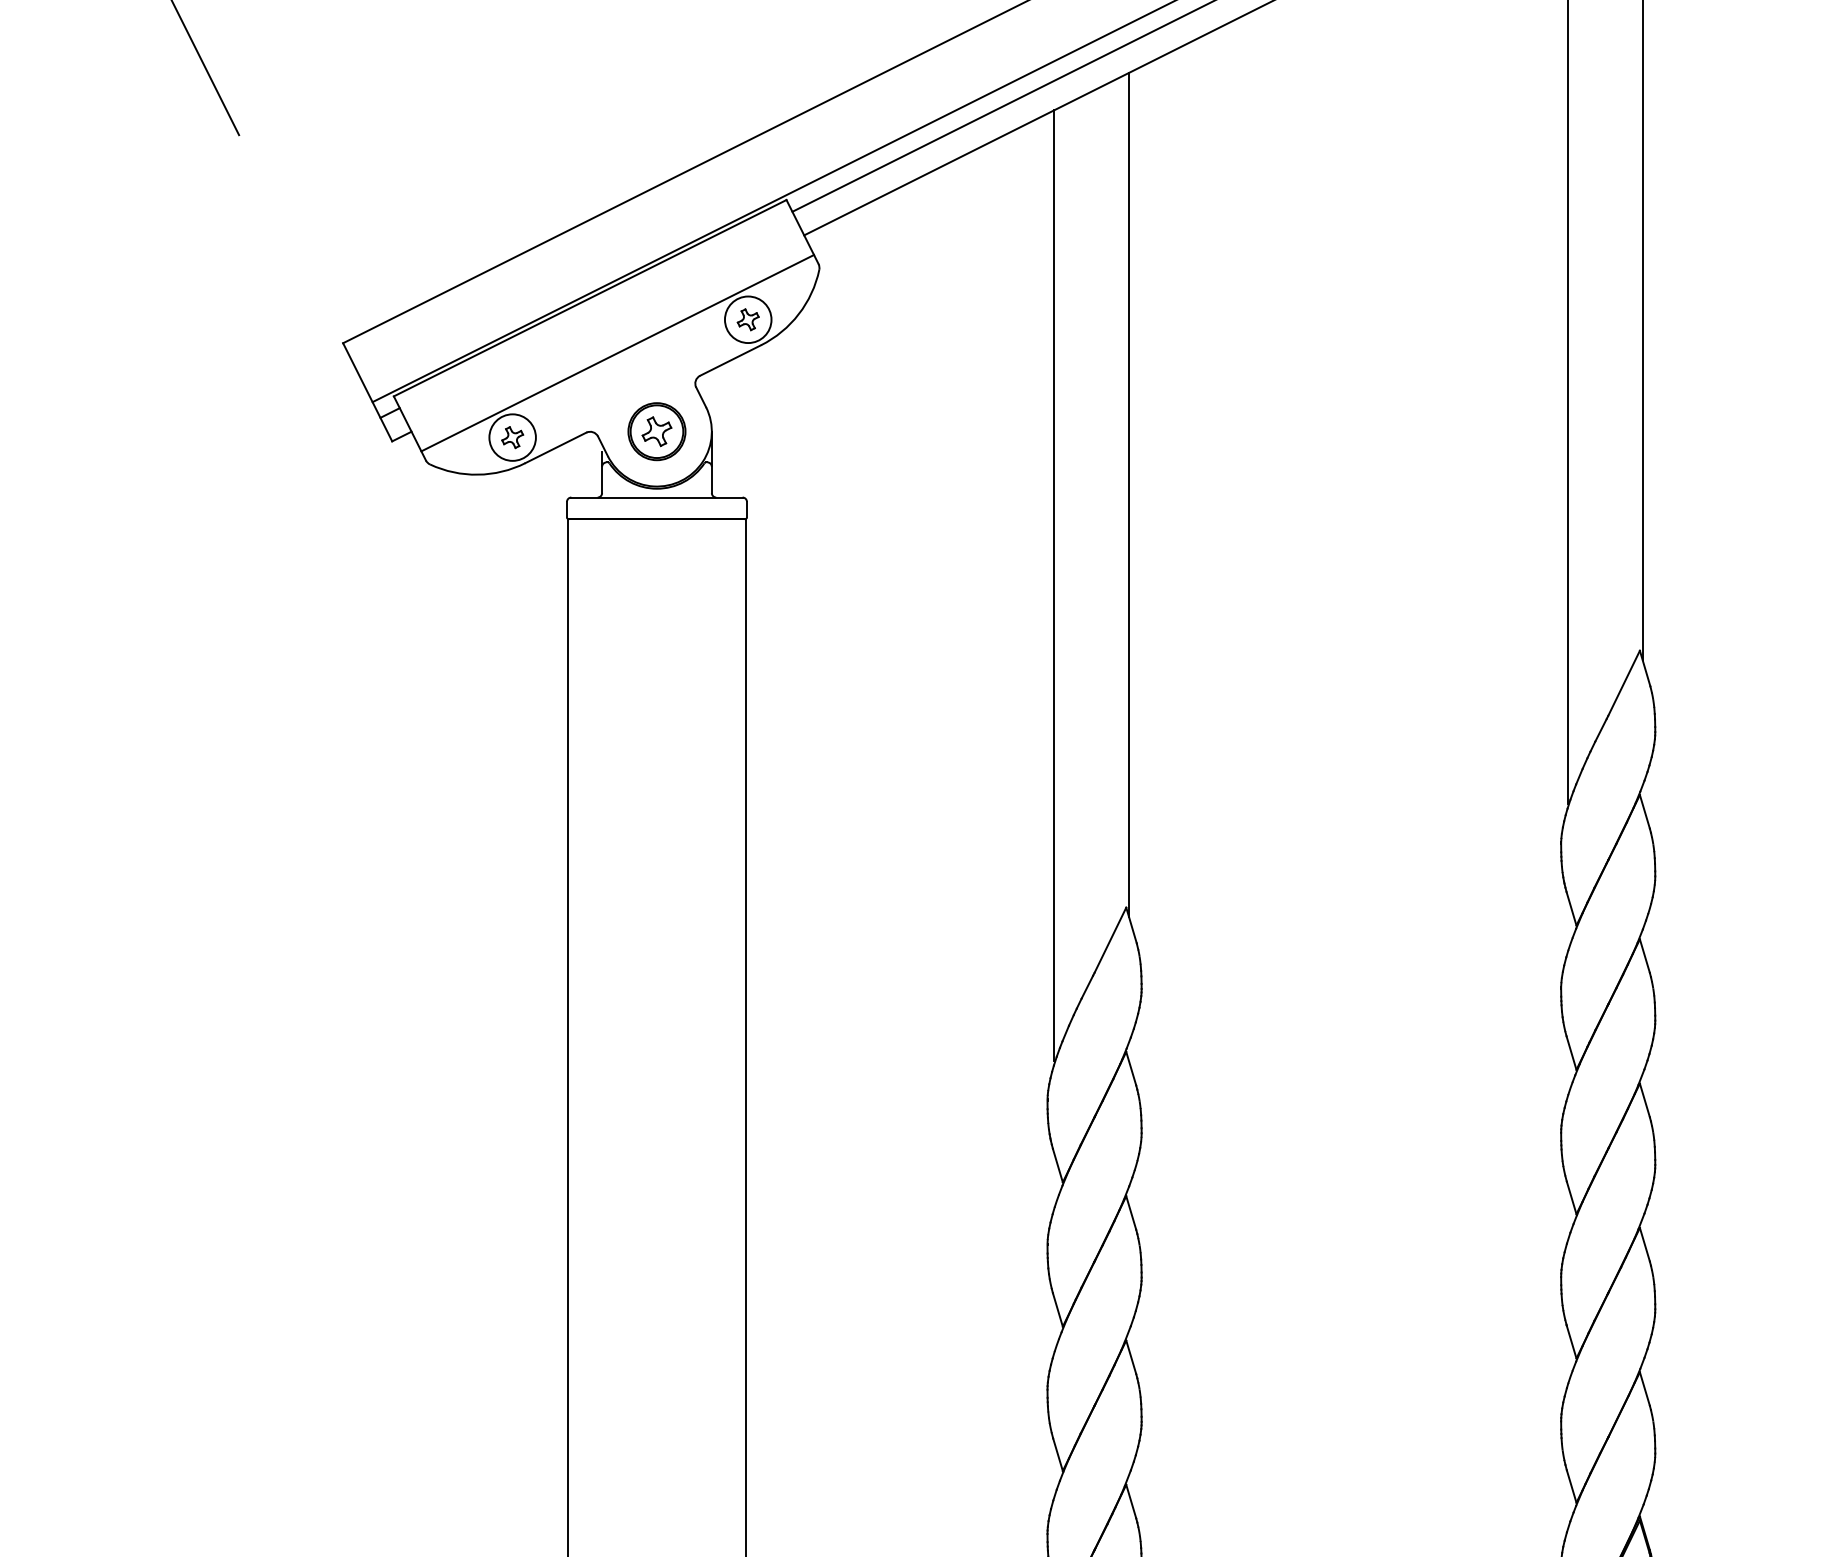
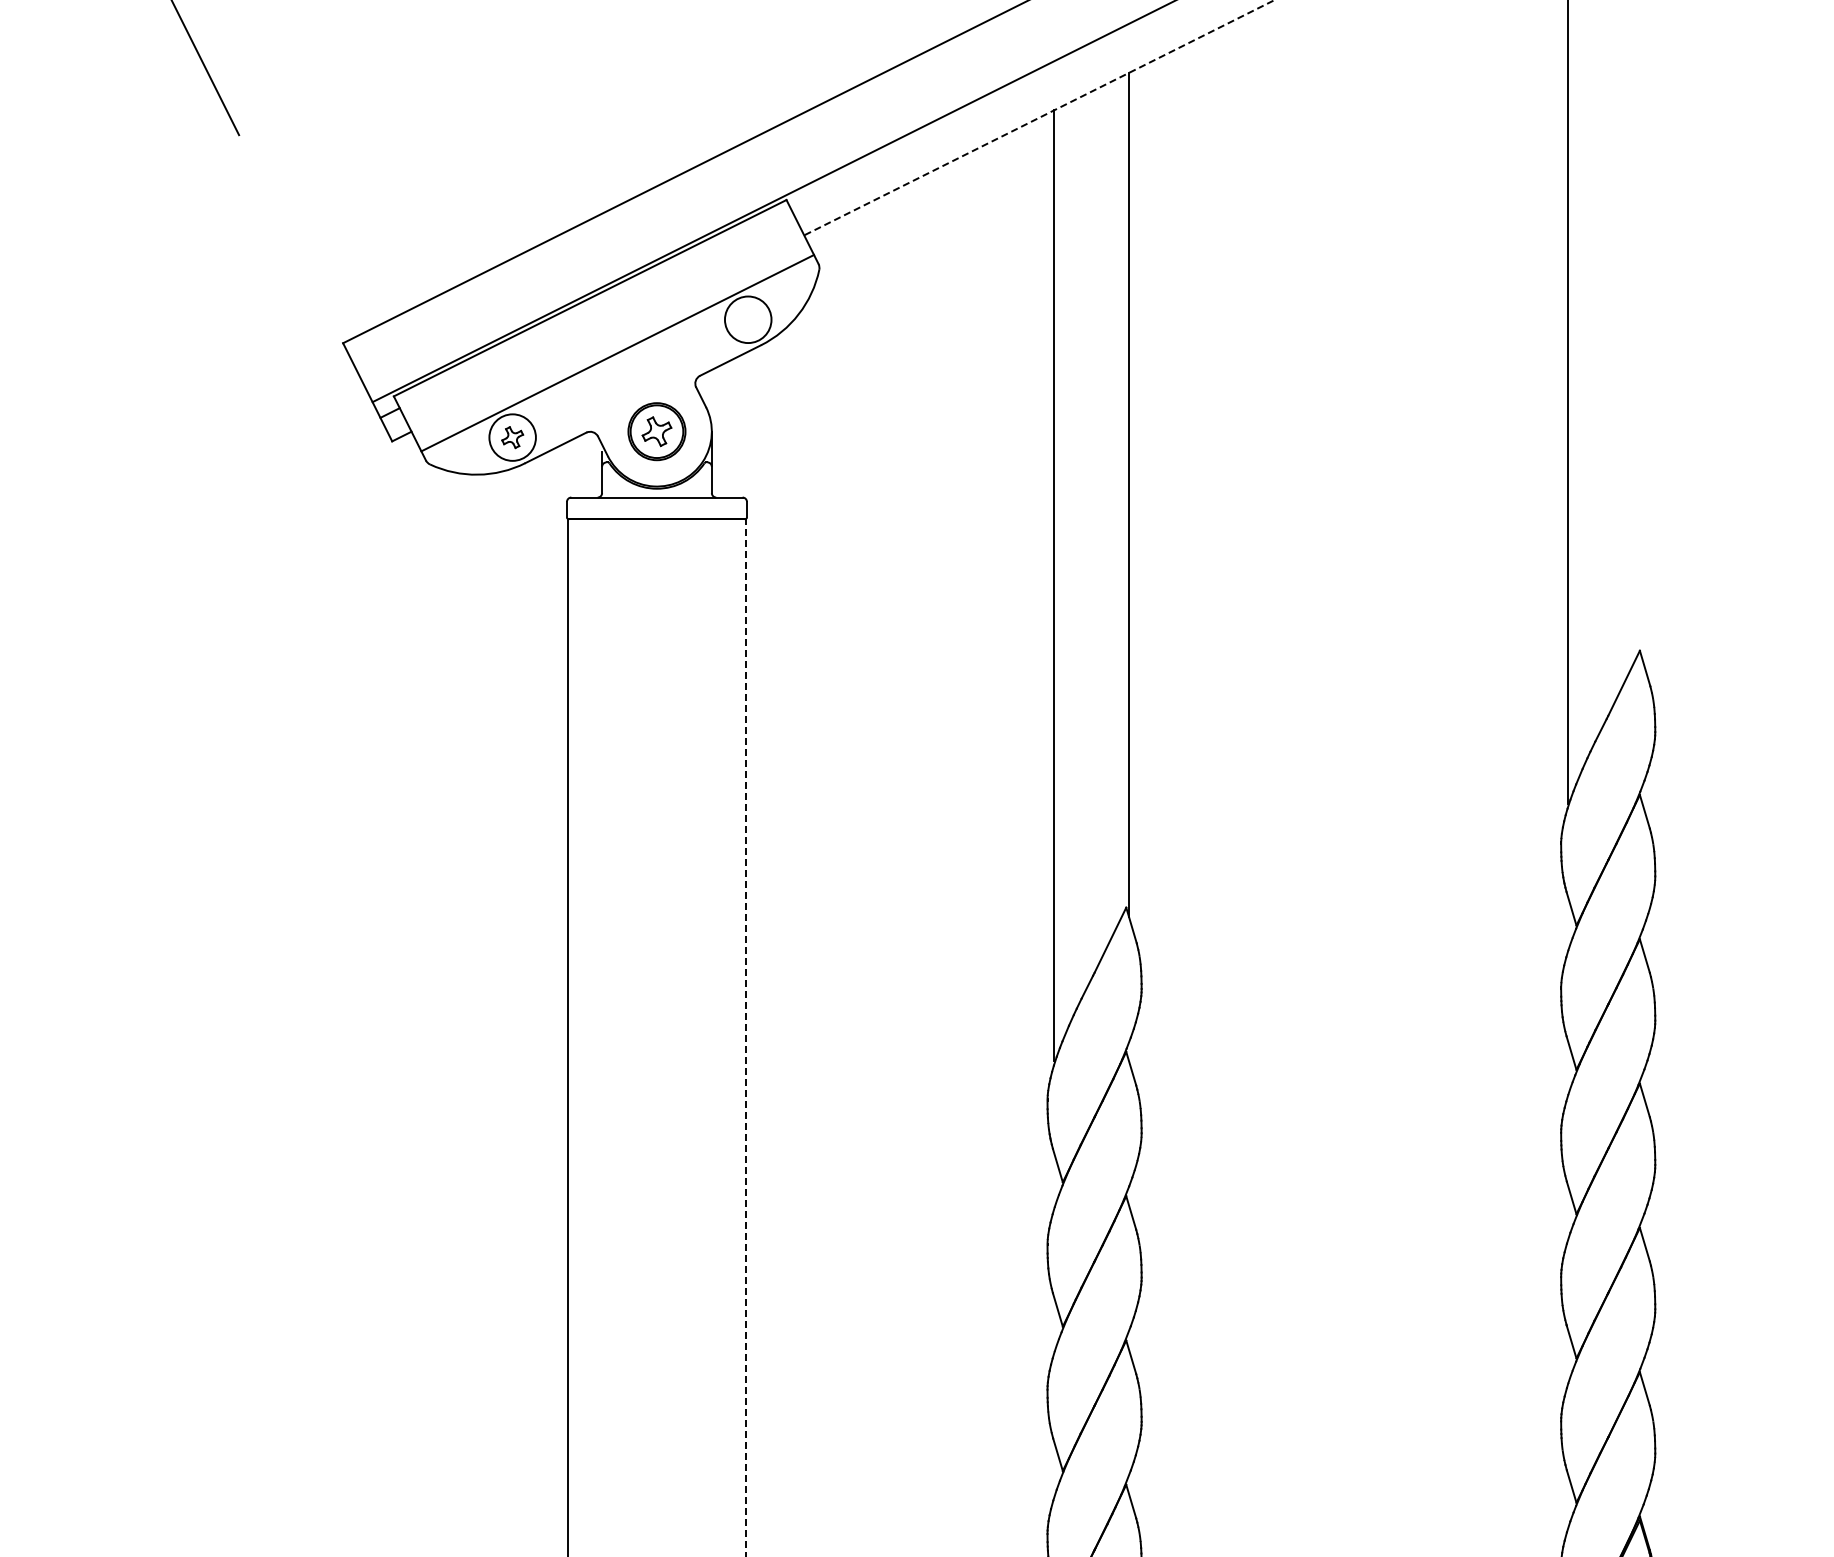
line at (1001, 106): present -> none
line at (1039, 117): solid -> dashed
part at (747, 319): present -> none
line at (1642, 330): present -> none
line at (745, 1037): solid -> dashed
